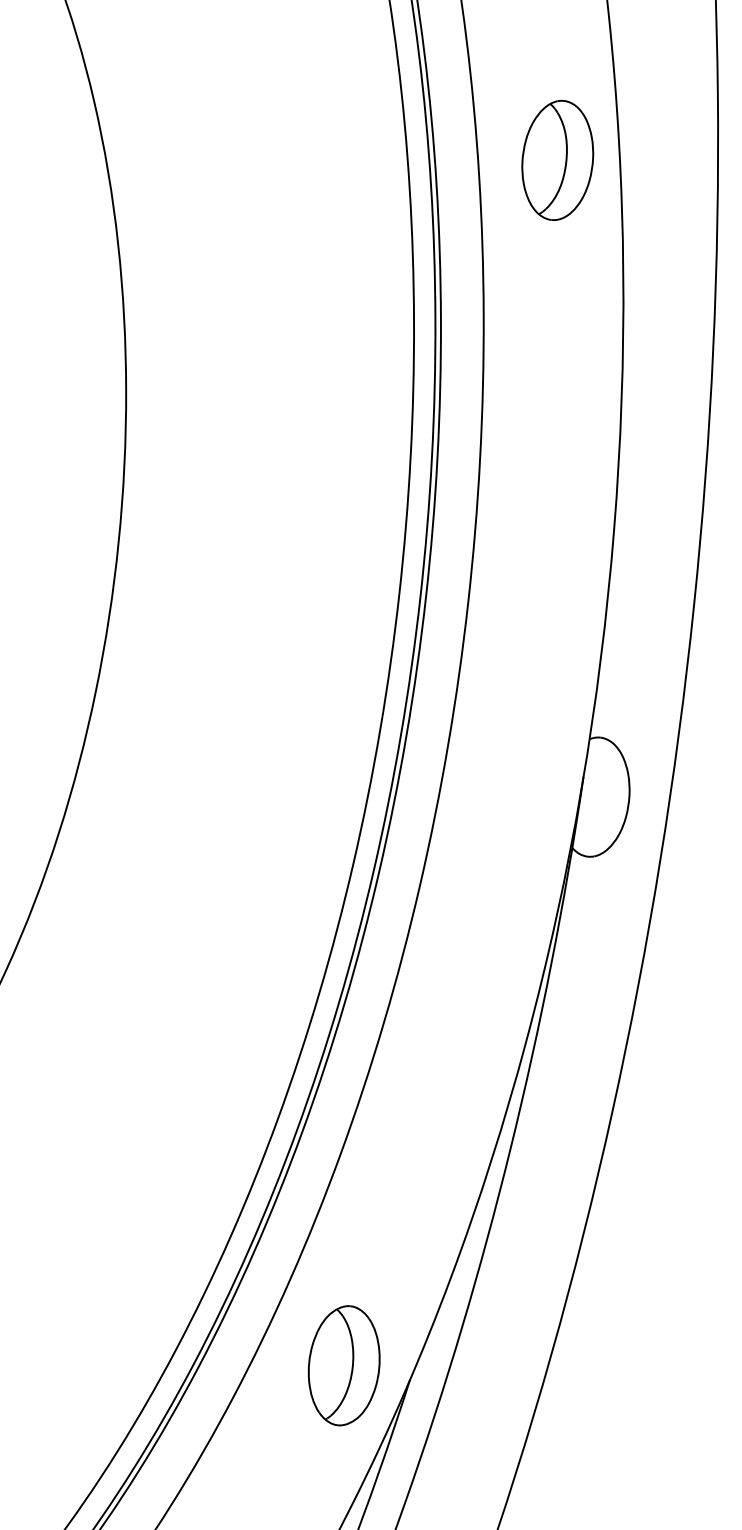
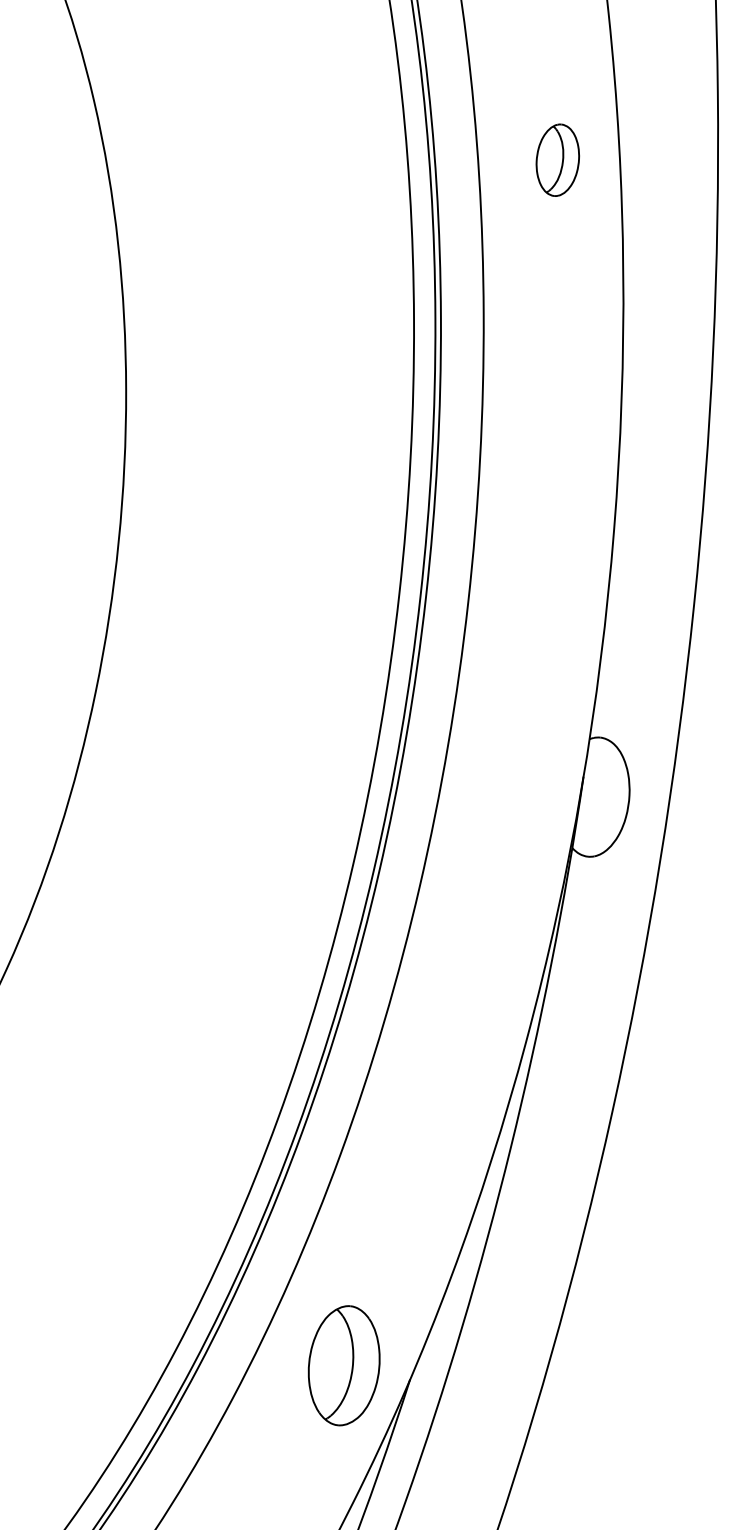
part at (557, 159) size: 74x122 px -> 45x74 px
